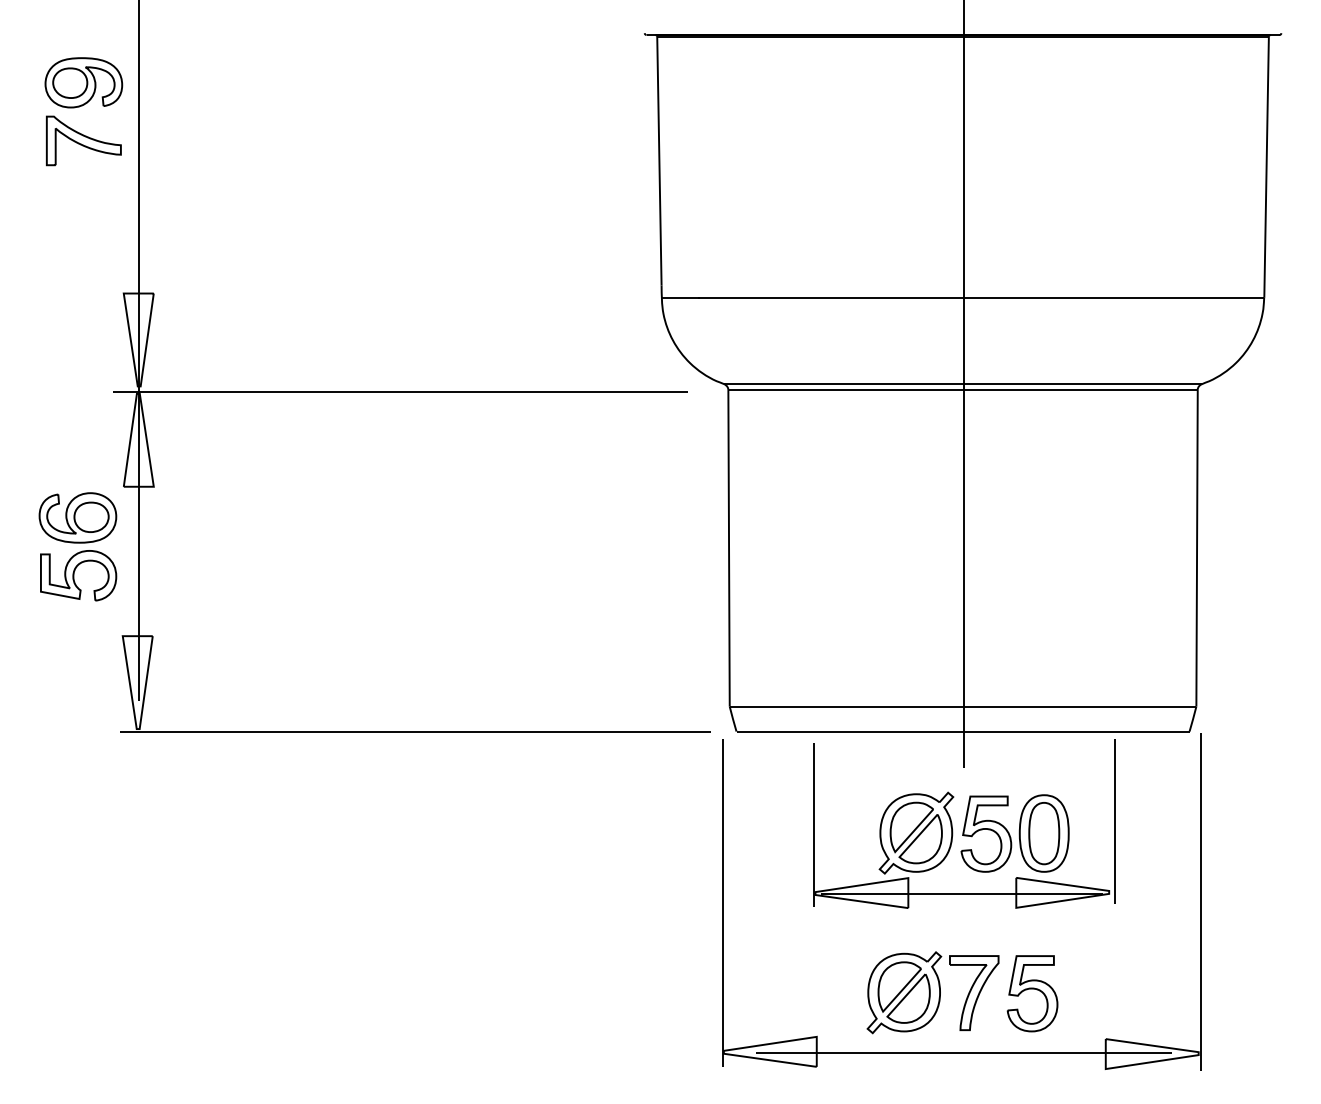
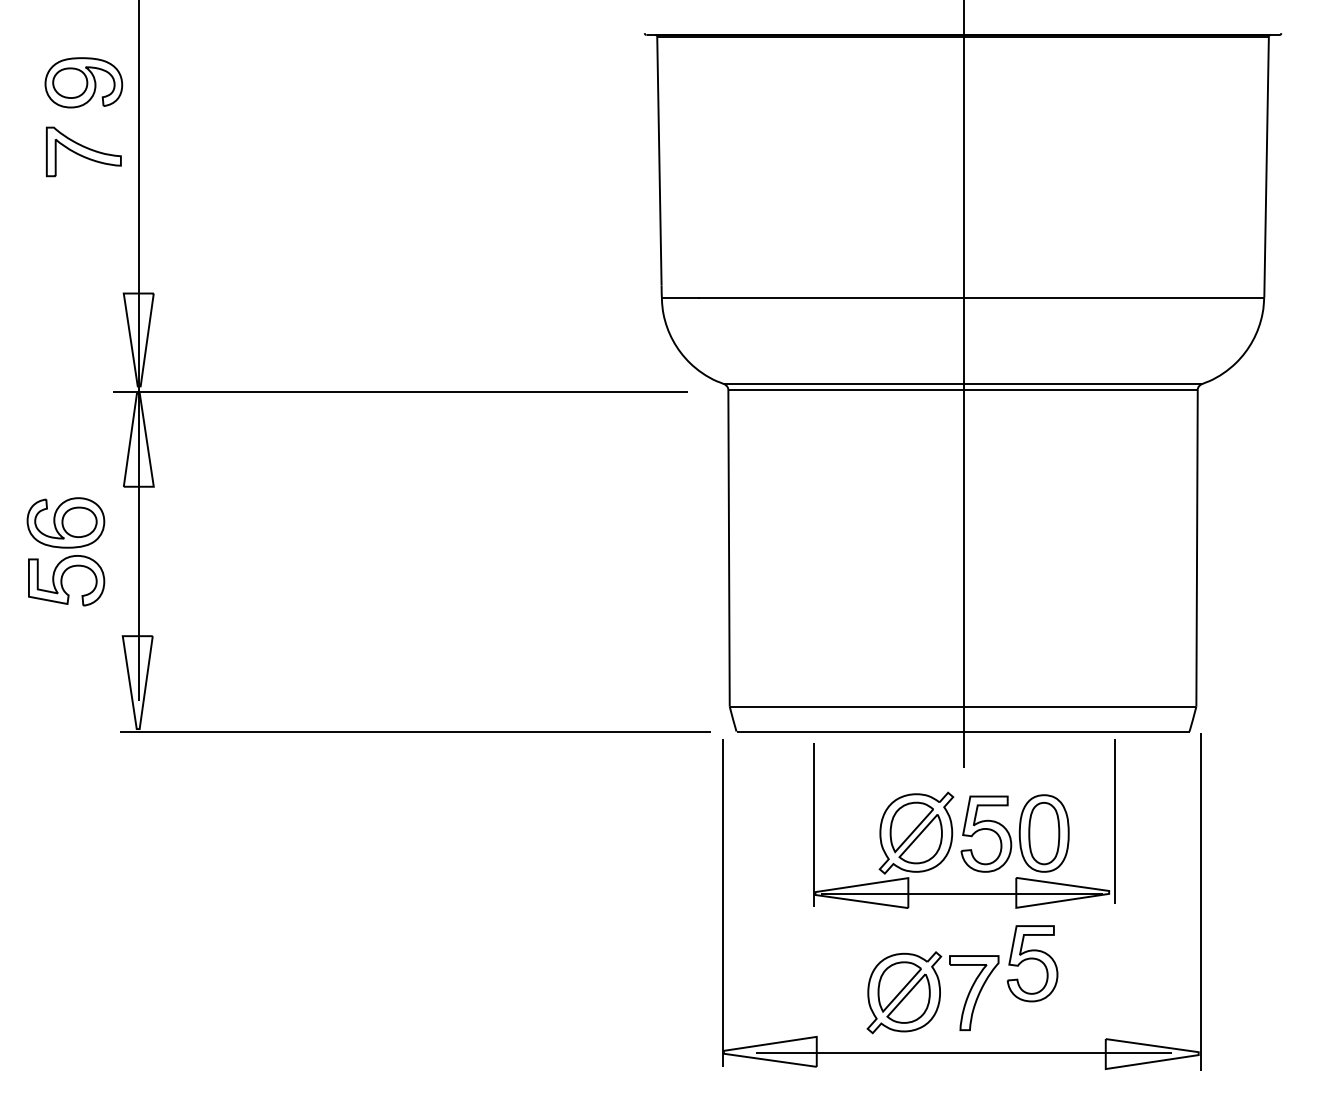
part at (83, 140) position: (83, 140) -> (83, 151)
part at (77, 546) position: (77, 546) -> (65, 551)
part at (1032, 993) position: (1032, 993) -> (1032, 963)
